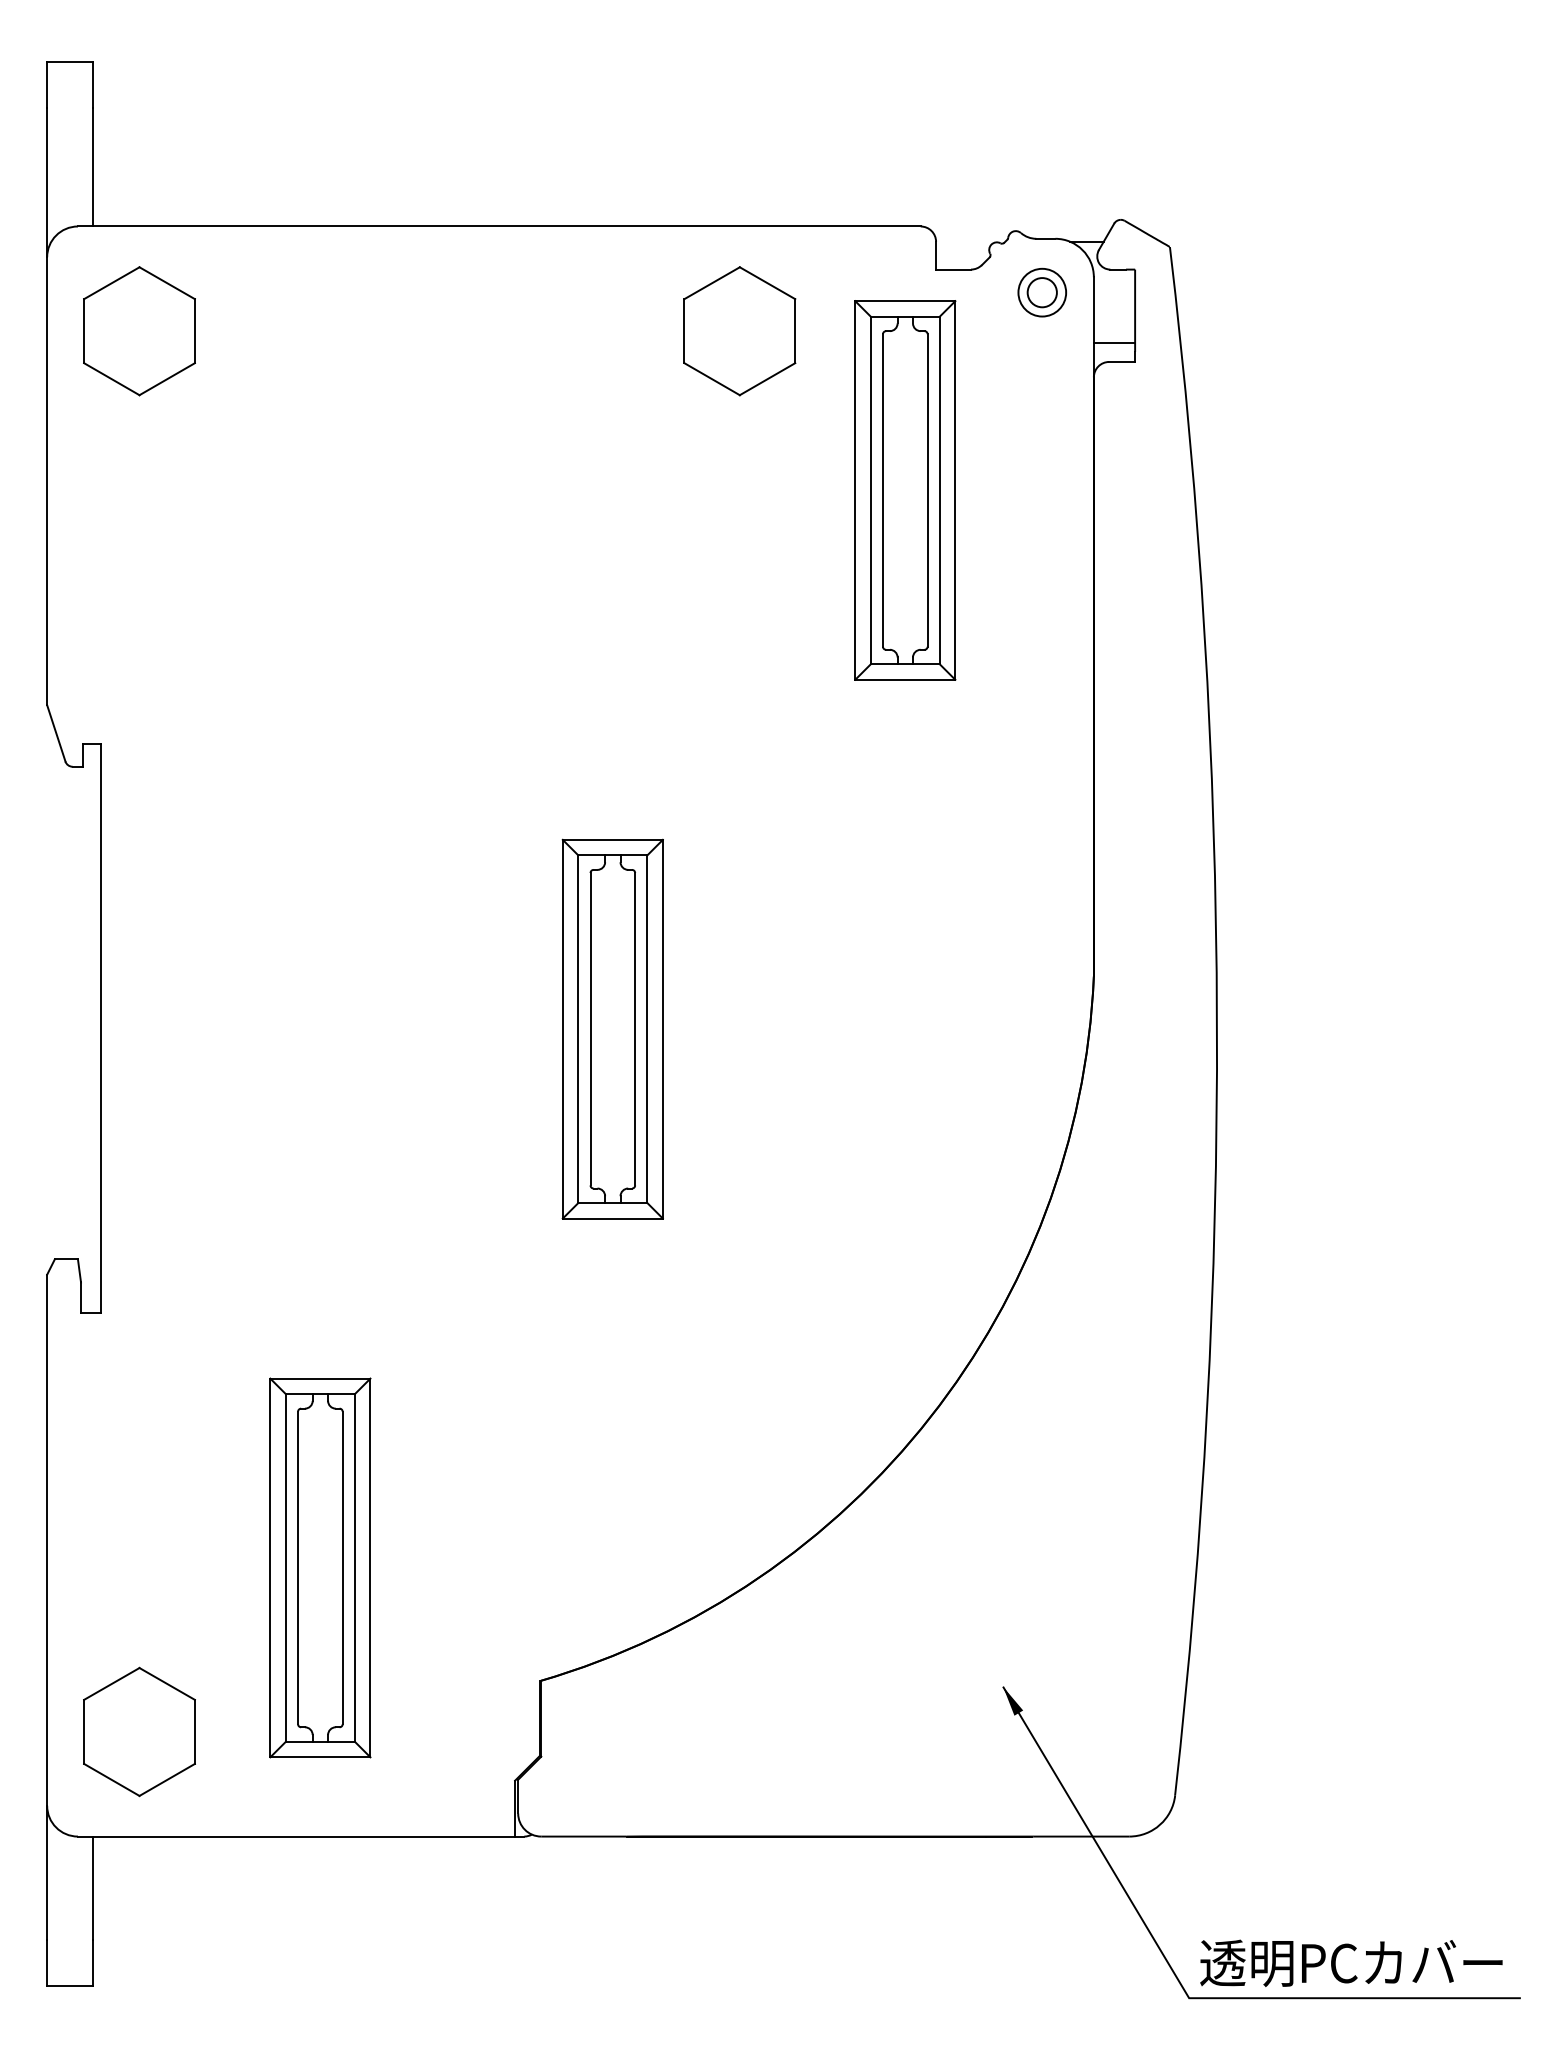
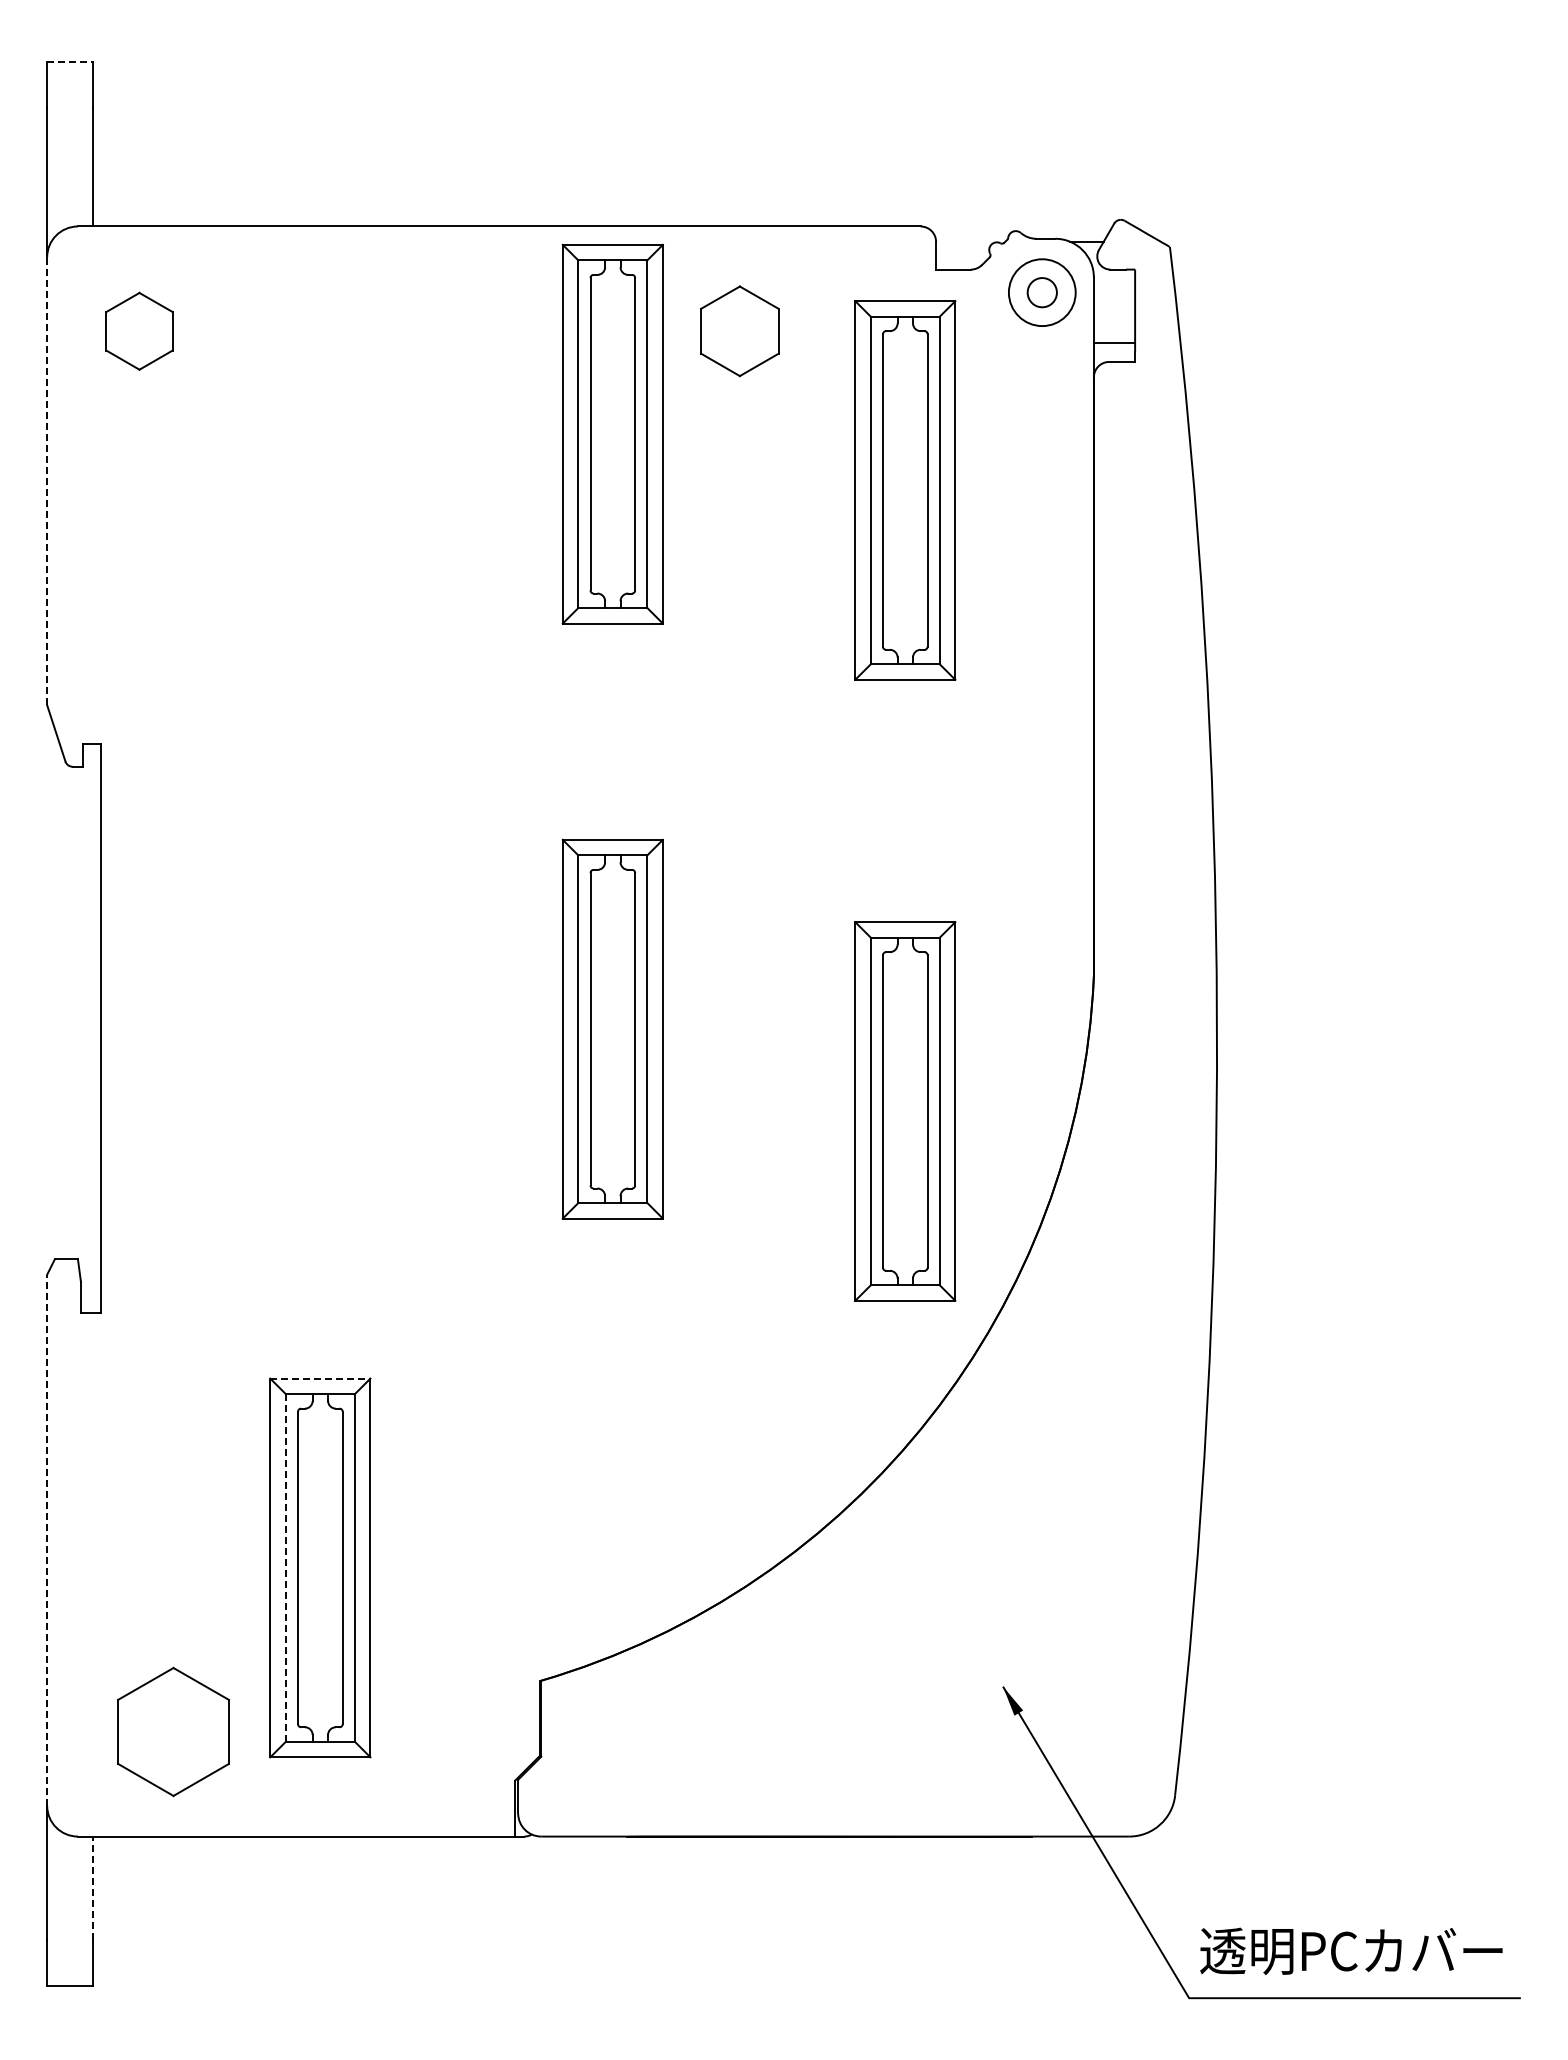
line at (70, 61): solid -> dashed
circle at (1042, 292) diameter: 48 px -> 67 px
part at (139, 331) size: 113x131 px -> 69x80 px
part at (739, 331) size: 114x131 px -> 80x93 px
part at (612, 433): none -> present
line at (47, 481): solid -> dashed
part at (905, 1111): none -> present
line at (320, 1378): solid -> dashed
line at (47, 1540): solid -> dashed
line at (285, 1567): solid -> dashed
part at (139, 1731) position: (139, 1731) -> (173, 1731)
line at (93, 1888): solid -> dashed
text at (1351, 1962) position: (1351, 1962) -> (1351, 1950)
